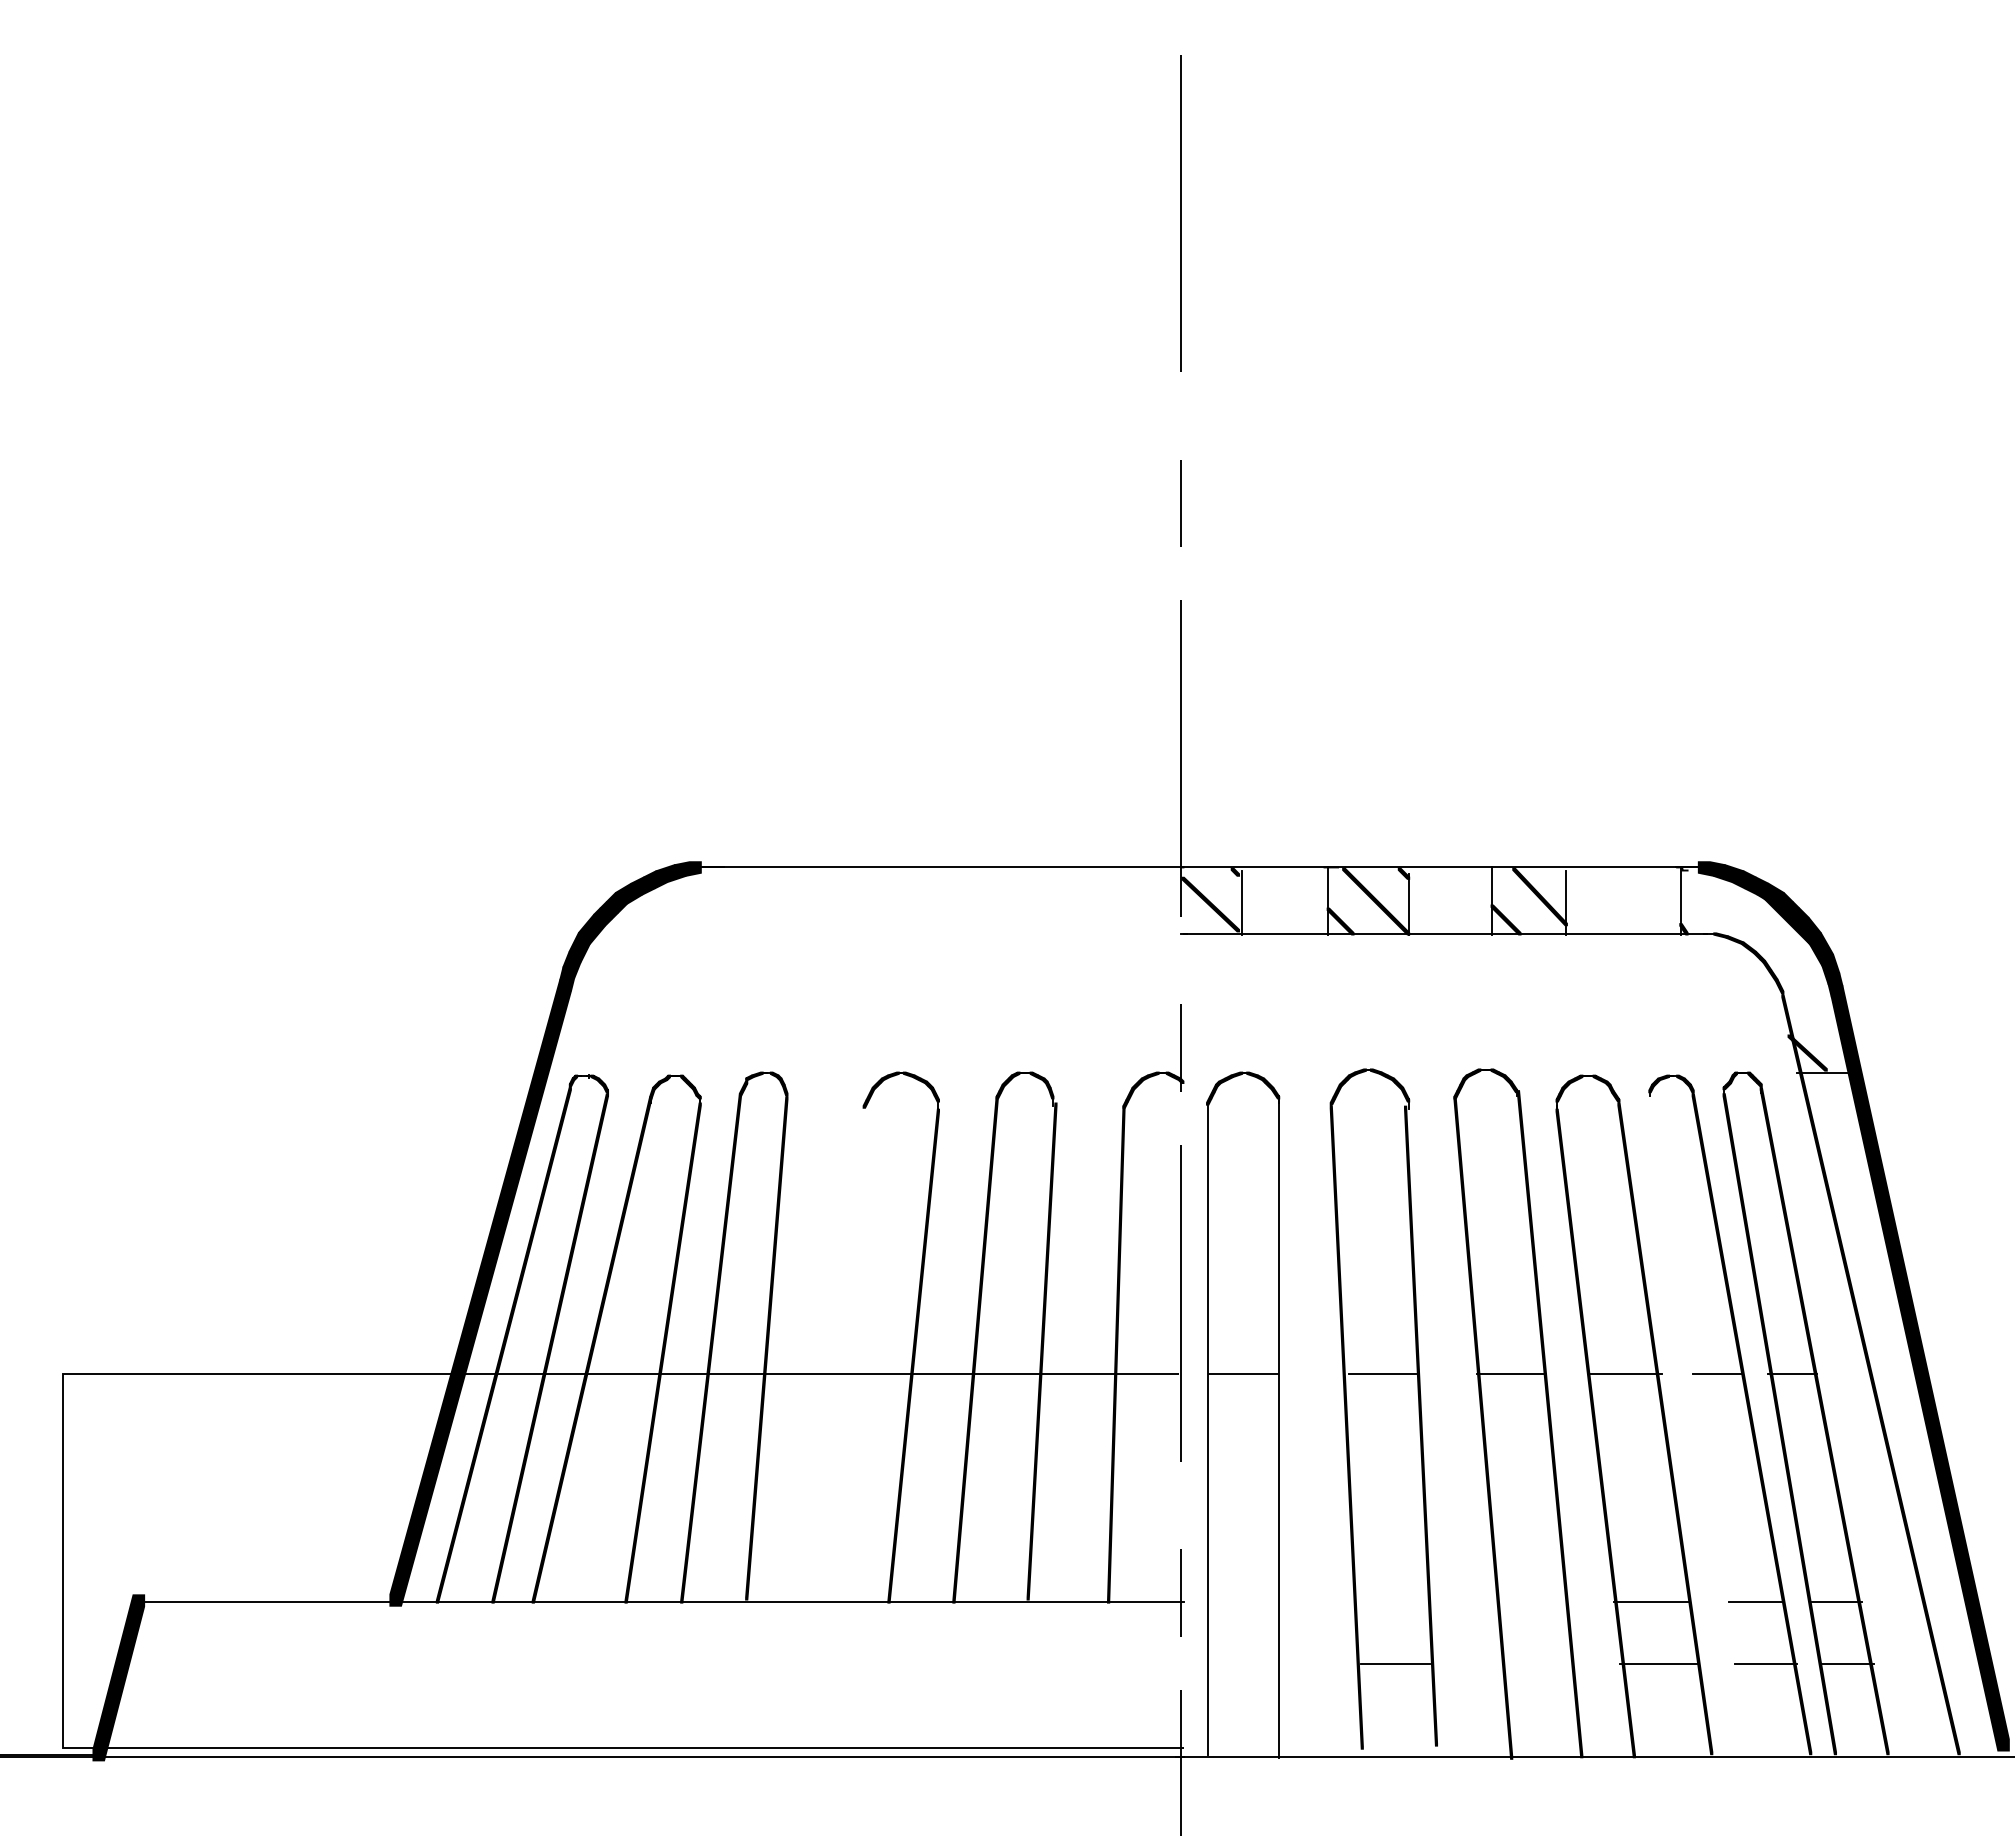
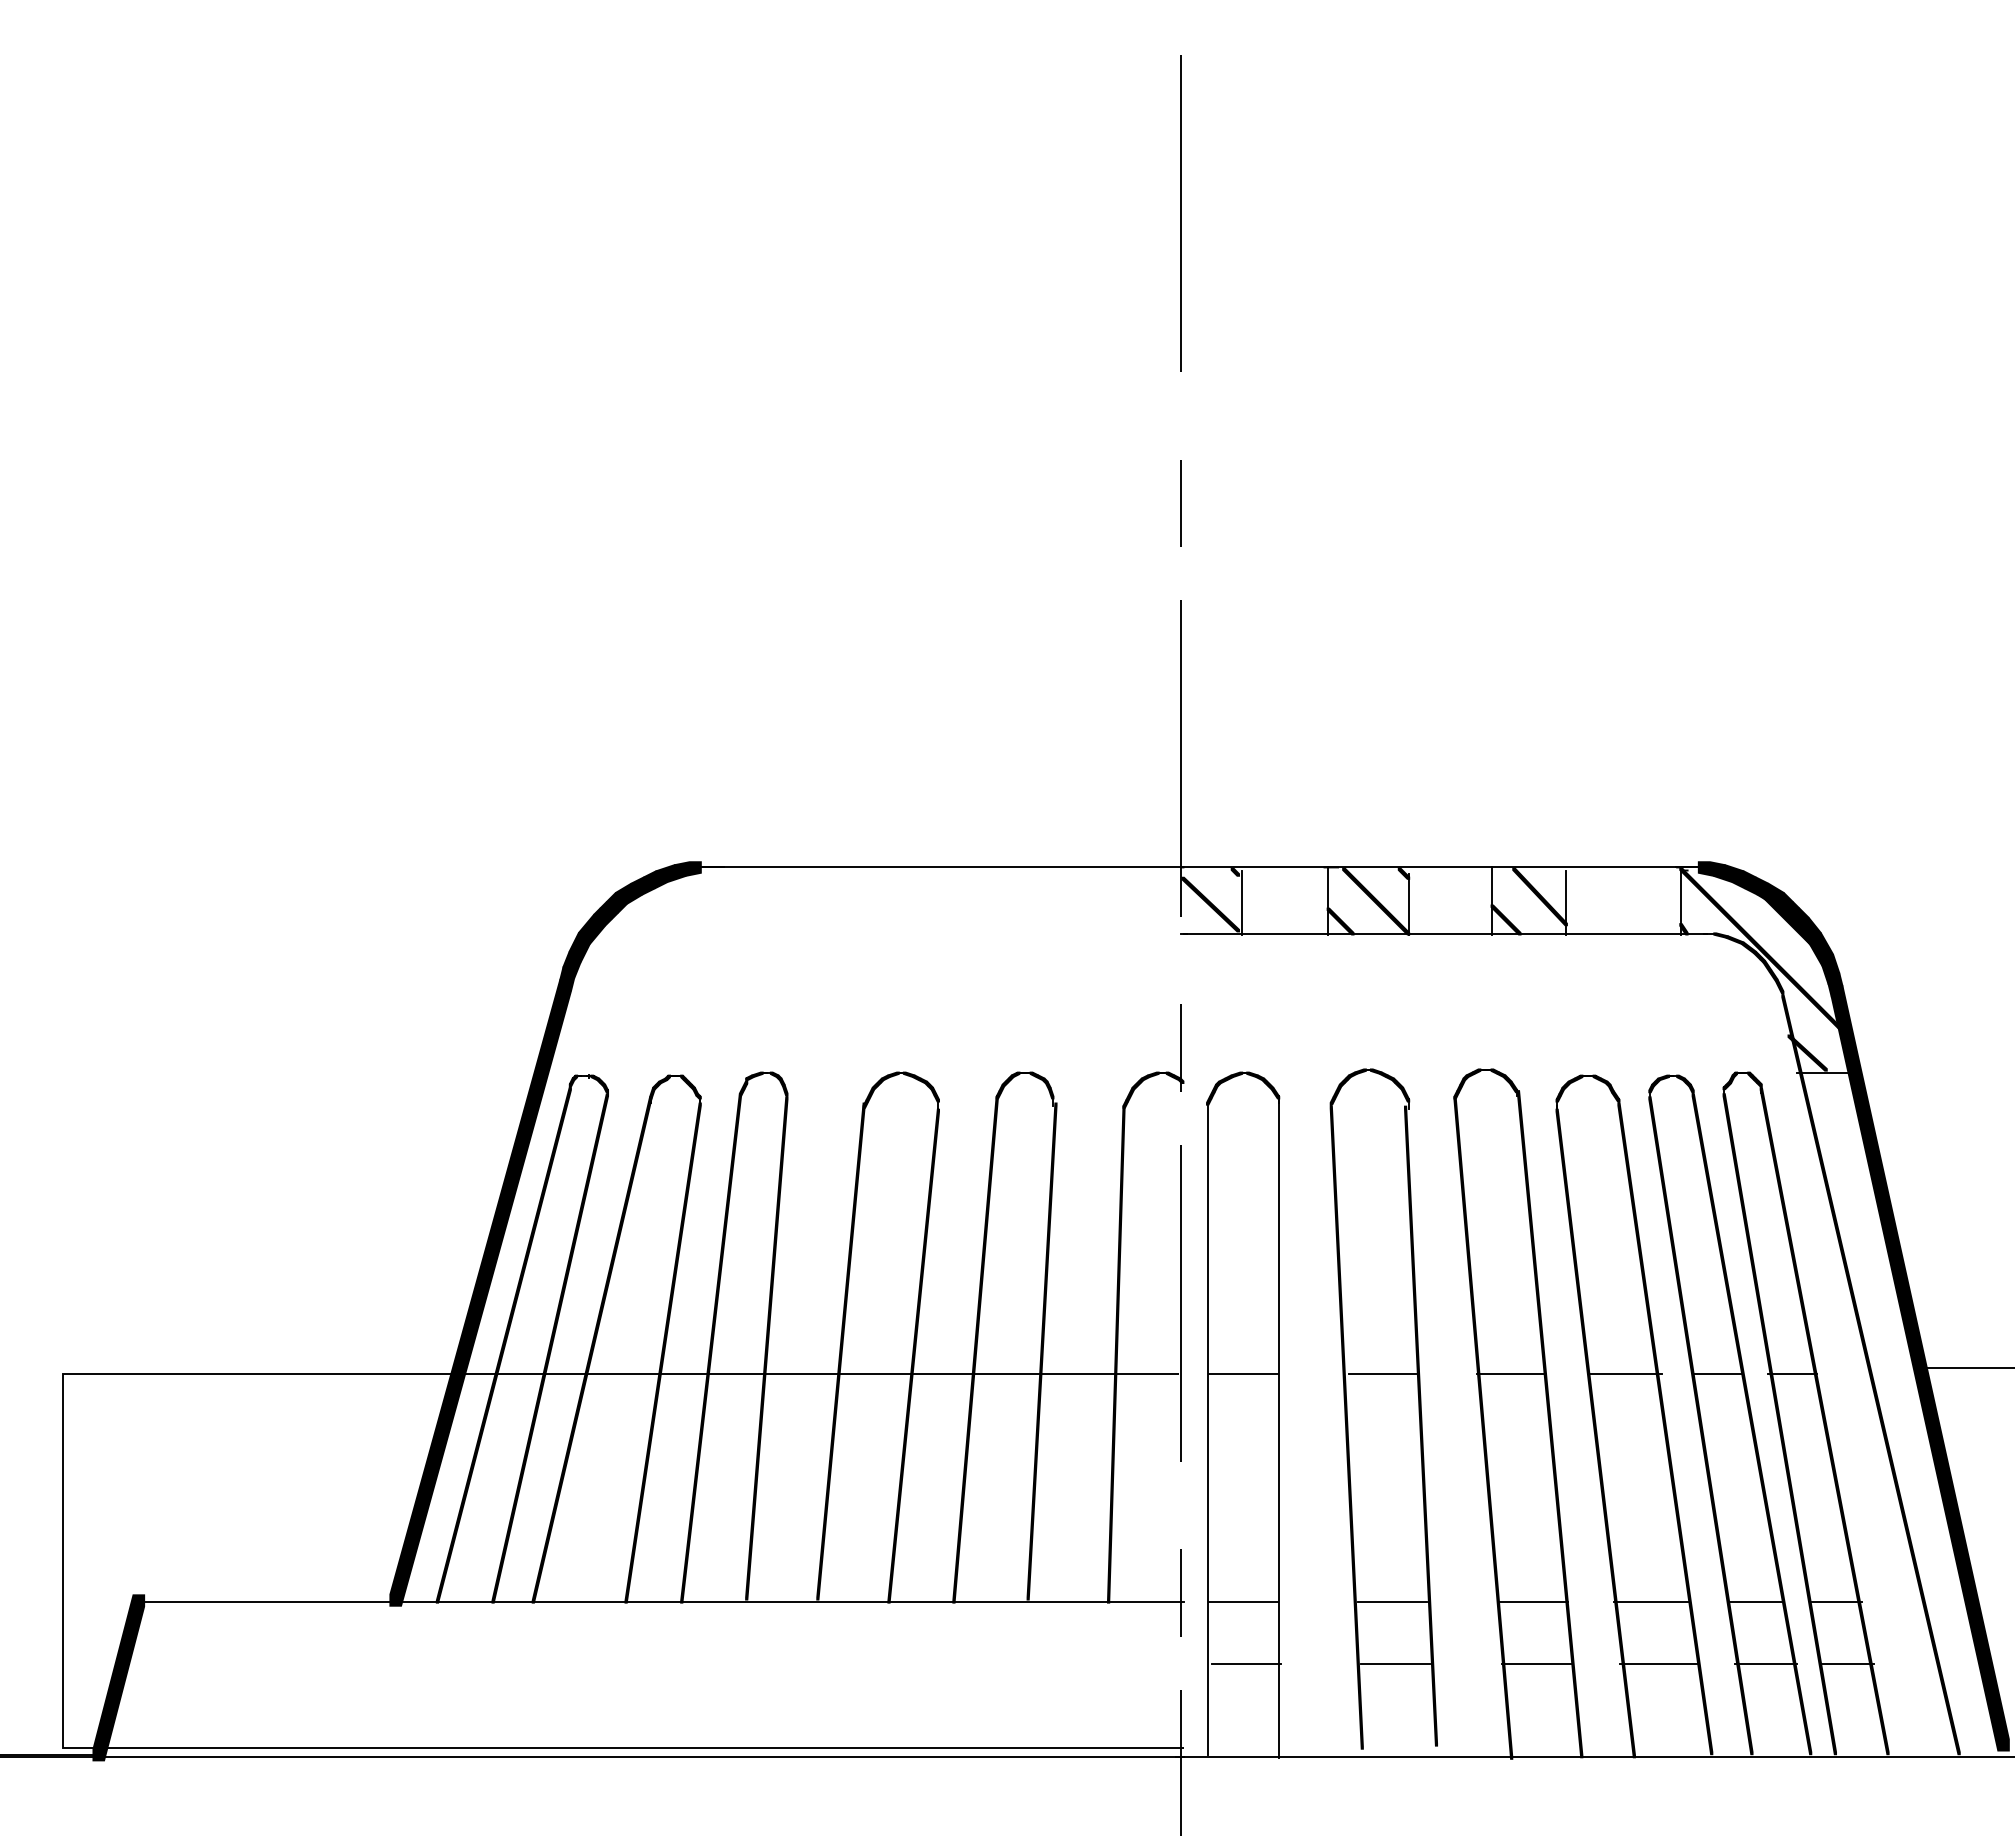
fill at (1764, 952): none -> present
fill at (840, 1351): none -> present
line at (1965, 1367): none -> present
fill at (1700, 1425): none -> present
line at (1242, 1602): none -> present
line at (1392, 1602): none -> present
line at (1532, 1602): none -> present
line at (1245, 1663): none -> present
line at (1536, 1663): none -> present
